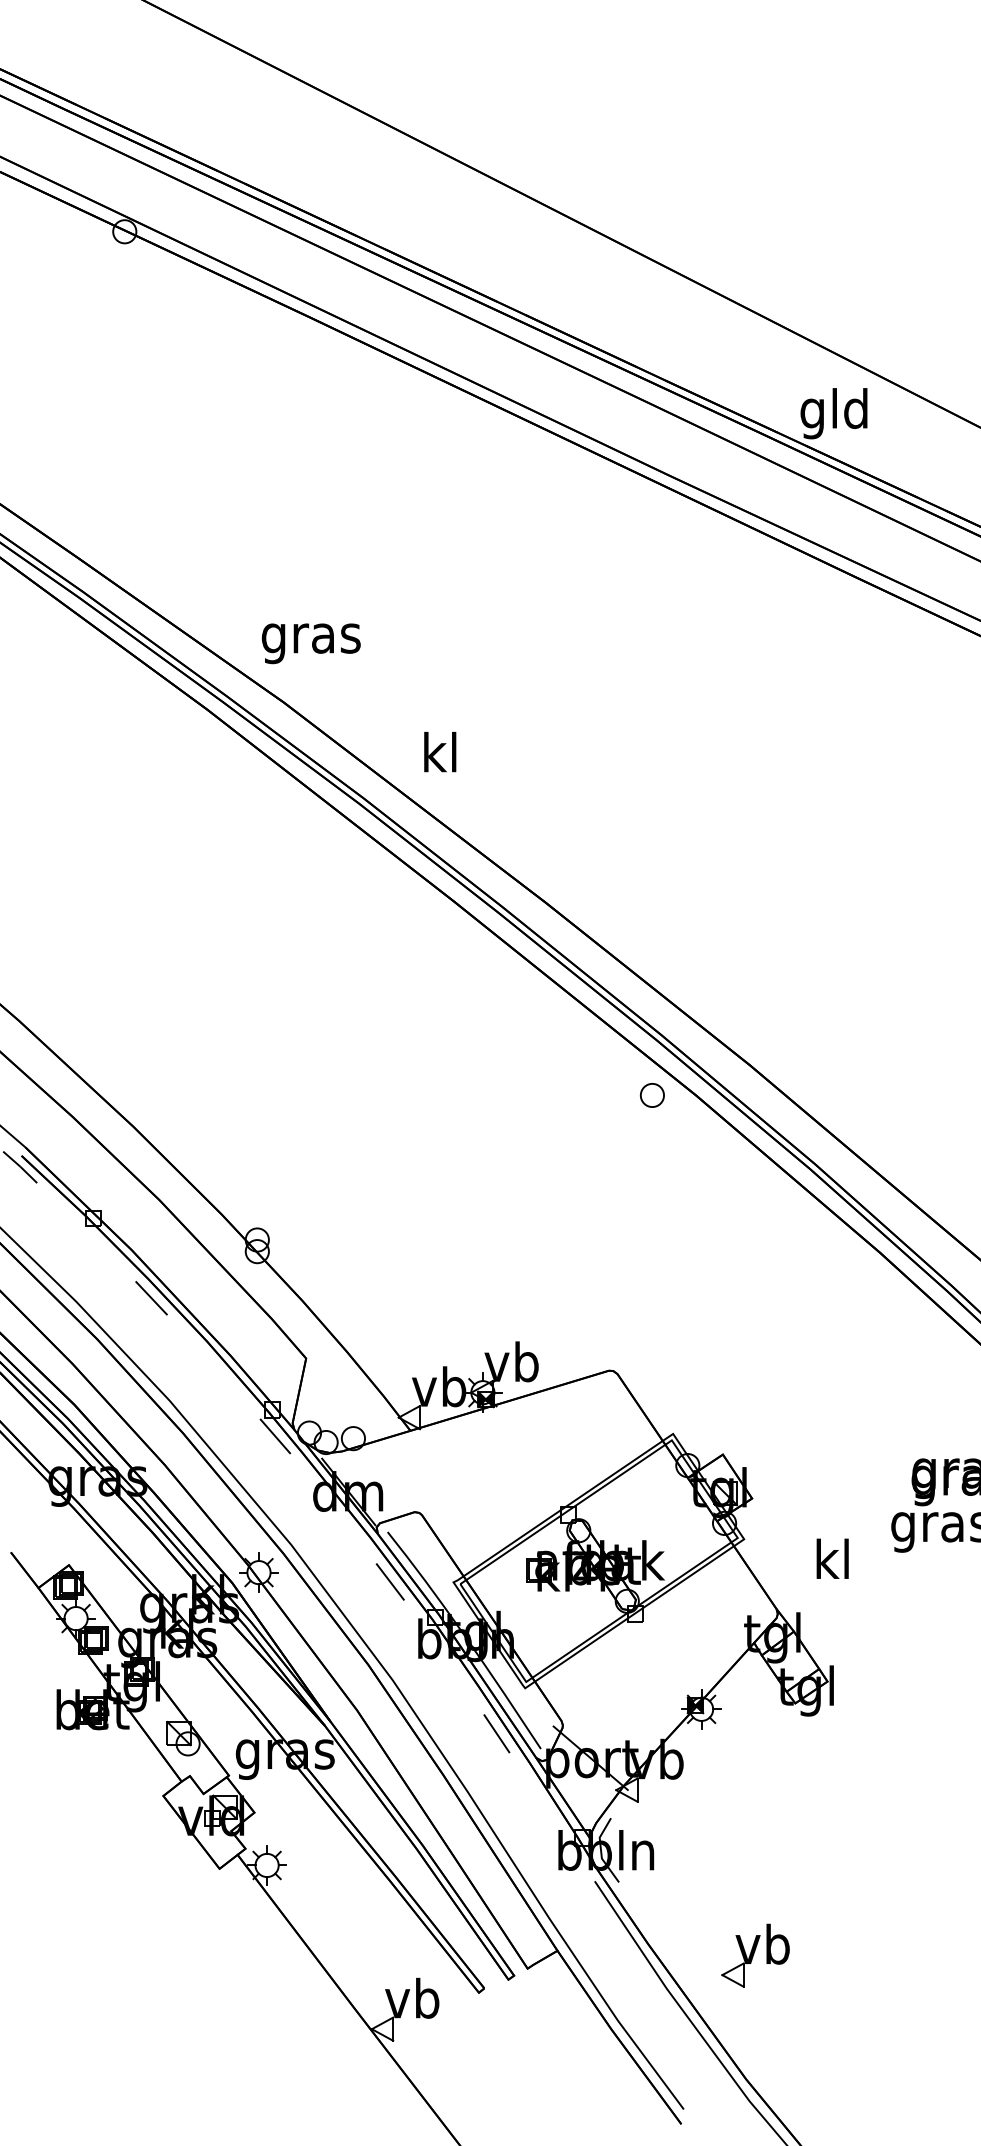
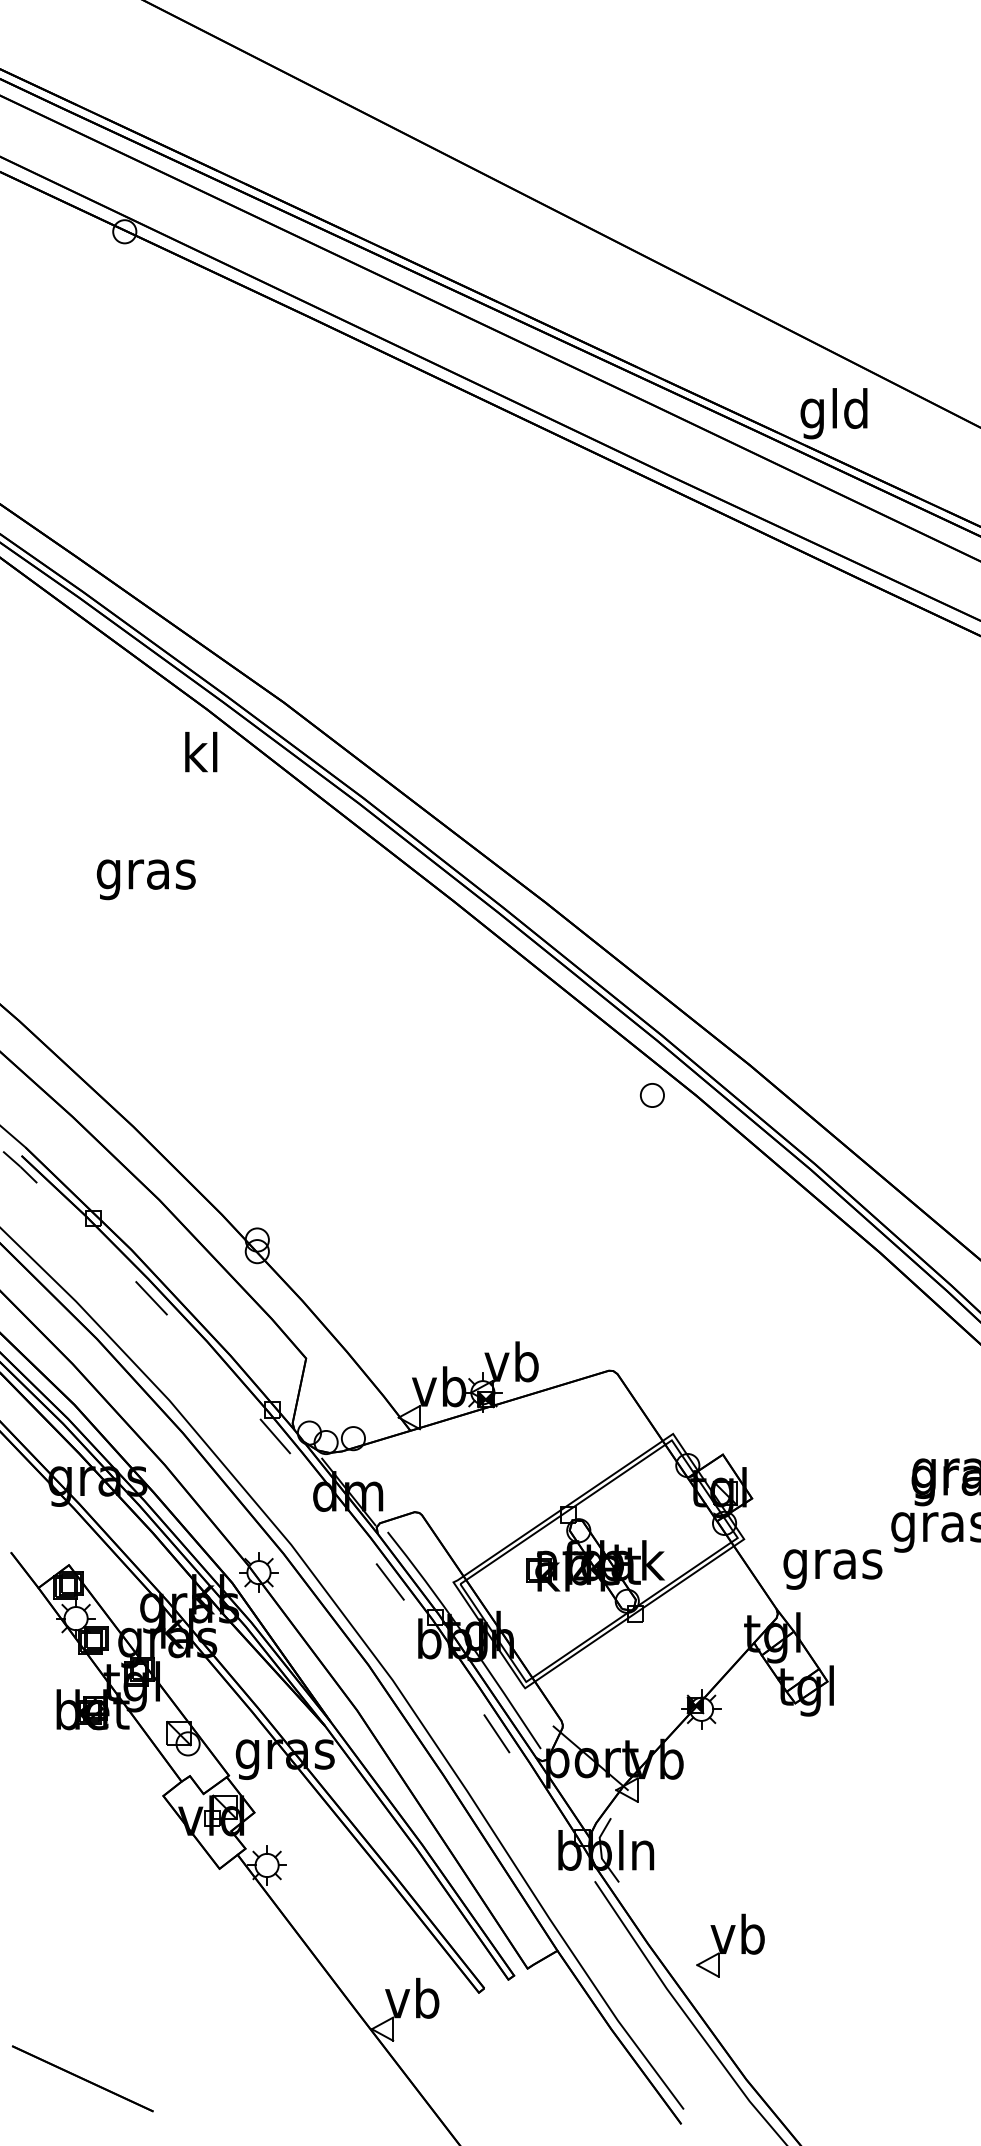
text at (310, 643) position: (310, 643) -> (145, 879)
text at (440, 752) position: (440, 752) -> (201, 752)
text at (832, 1563): kl -> gras
part at (755, 1955) position: (755, 1955) -> (730, 1945)
line at (82, 2078): none -> present
